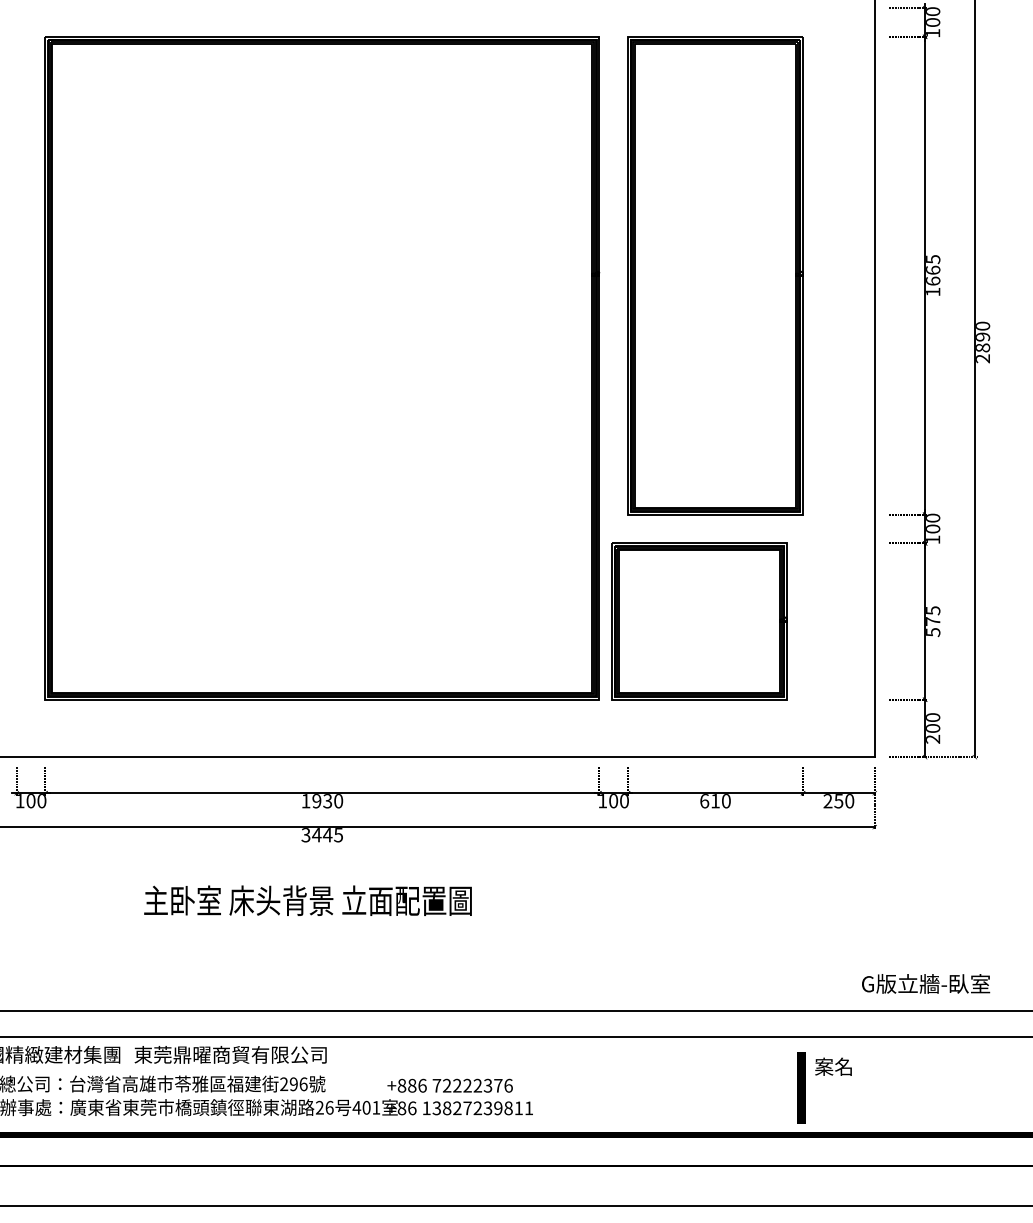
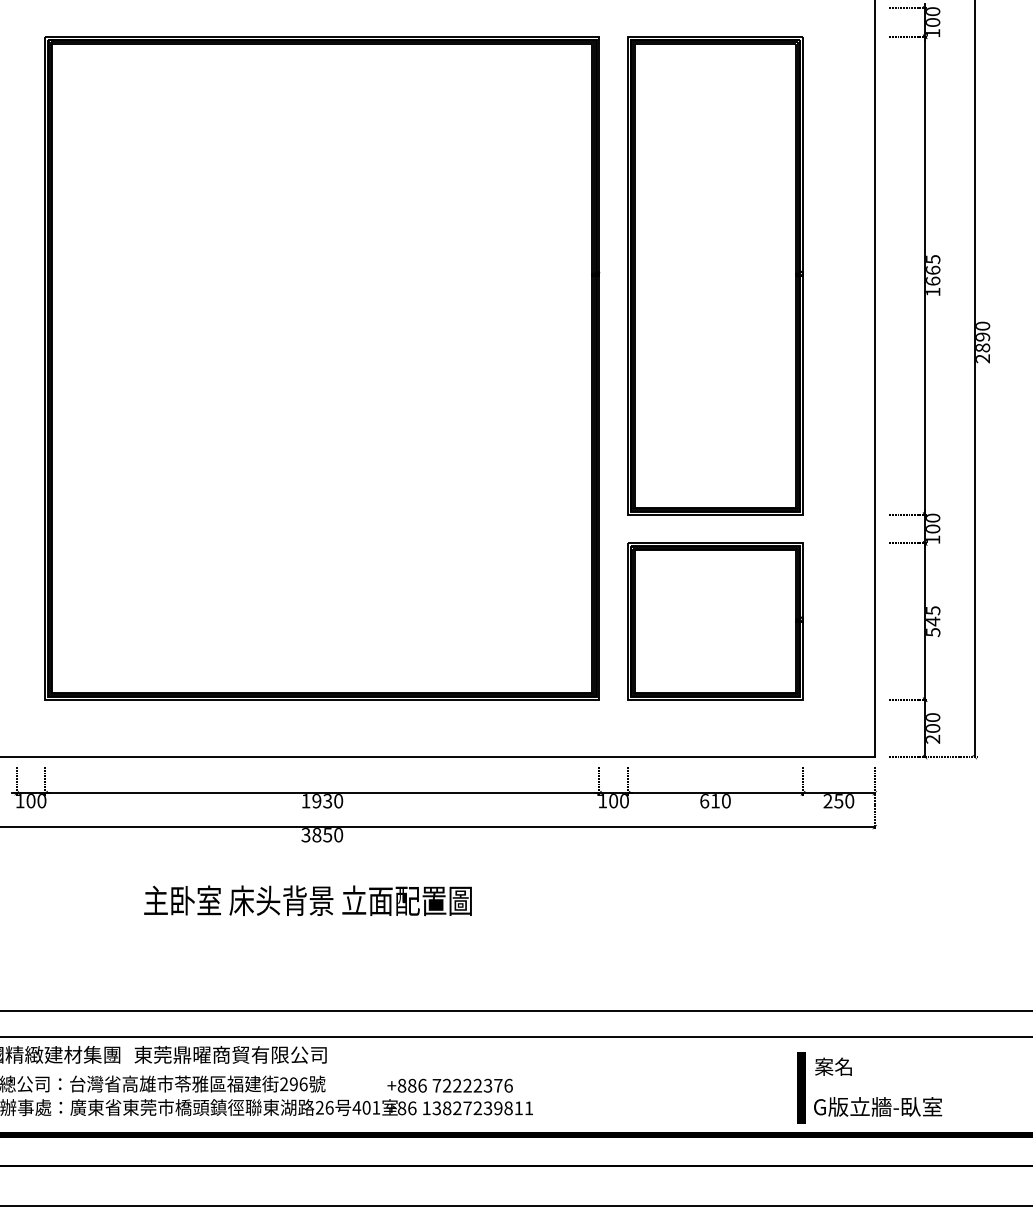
part at (699, 621) position: (699, 621) -> (715, 621)
text at (933, 621): 575 -> 545
text at (327, 835): 3445 -> 3850
text at (926, 983) position: (926, 983) -> (878, 1106)
